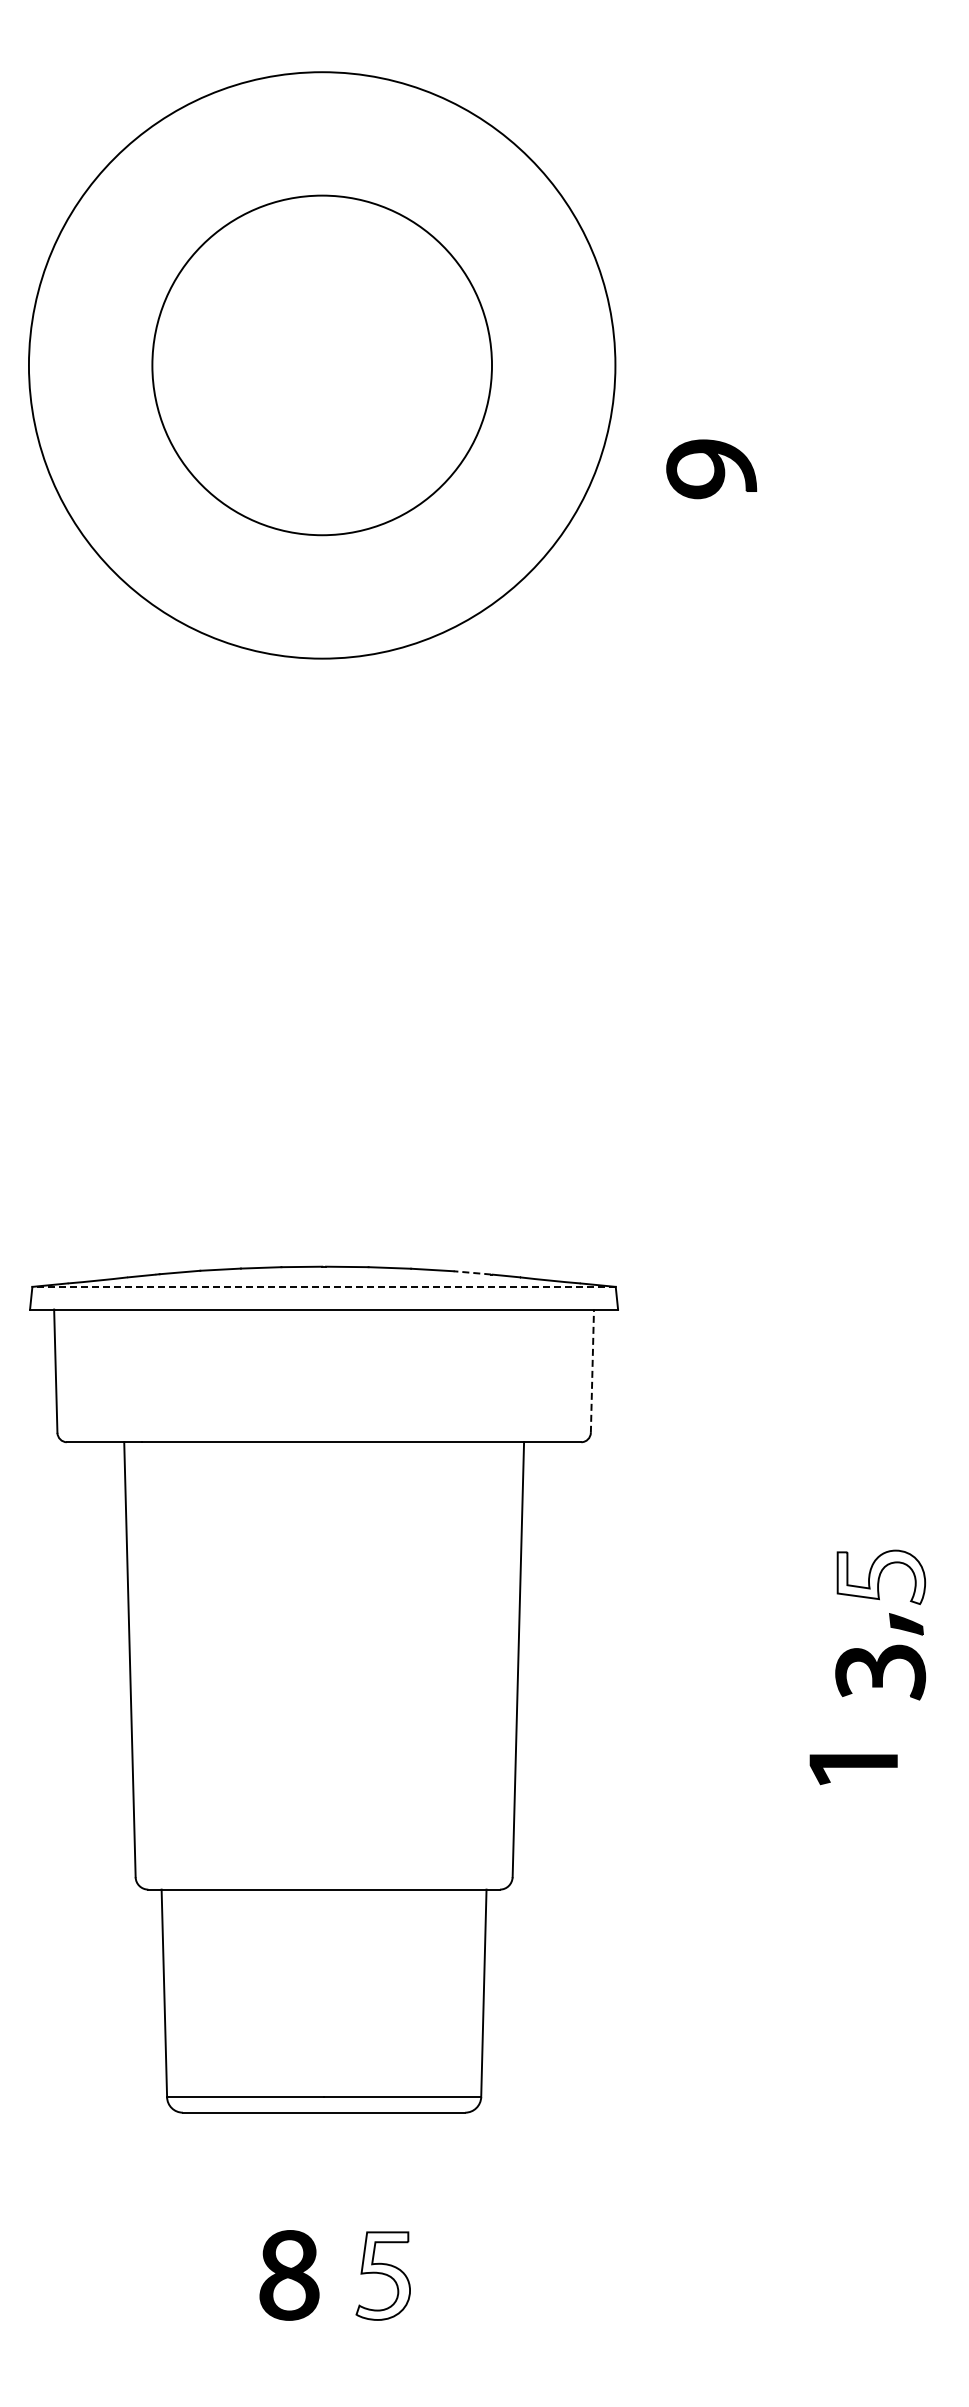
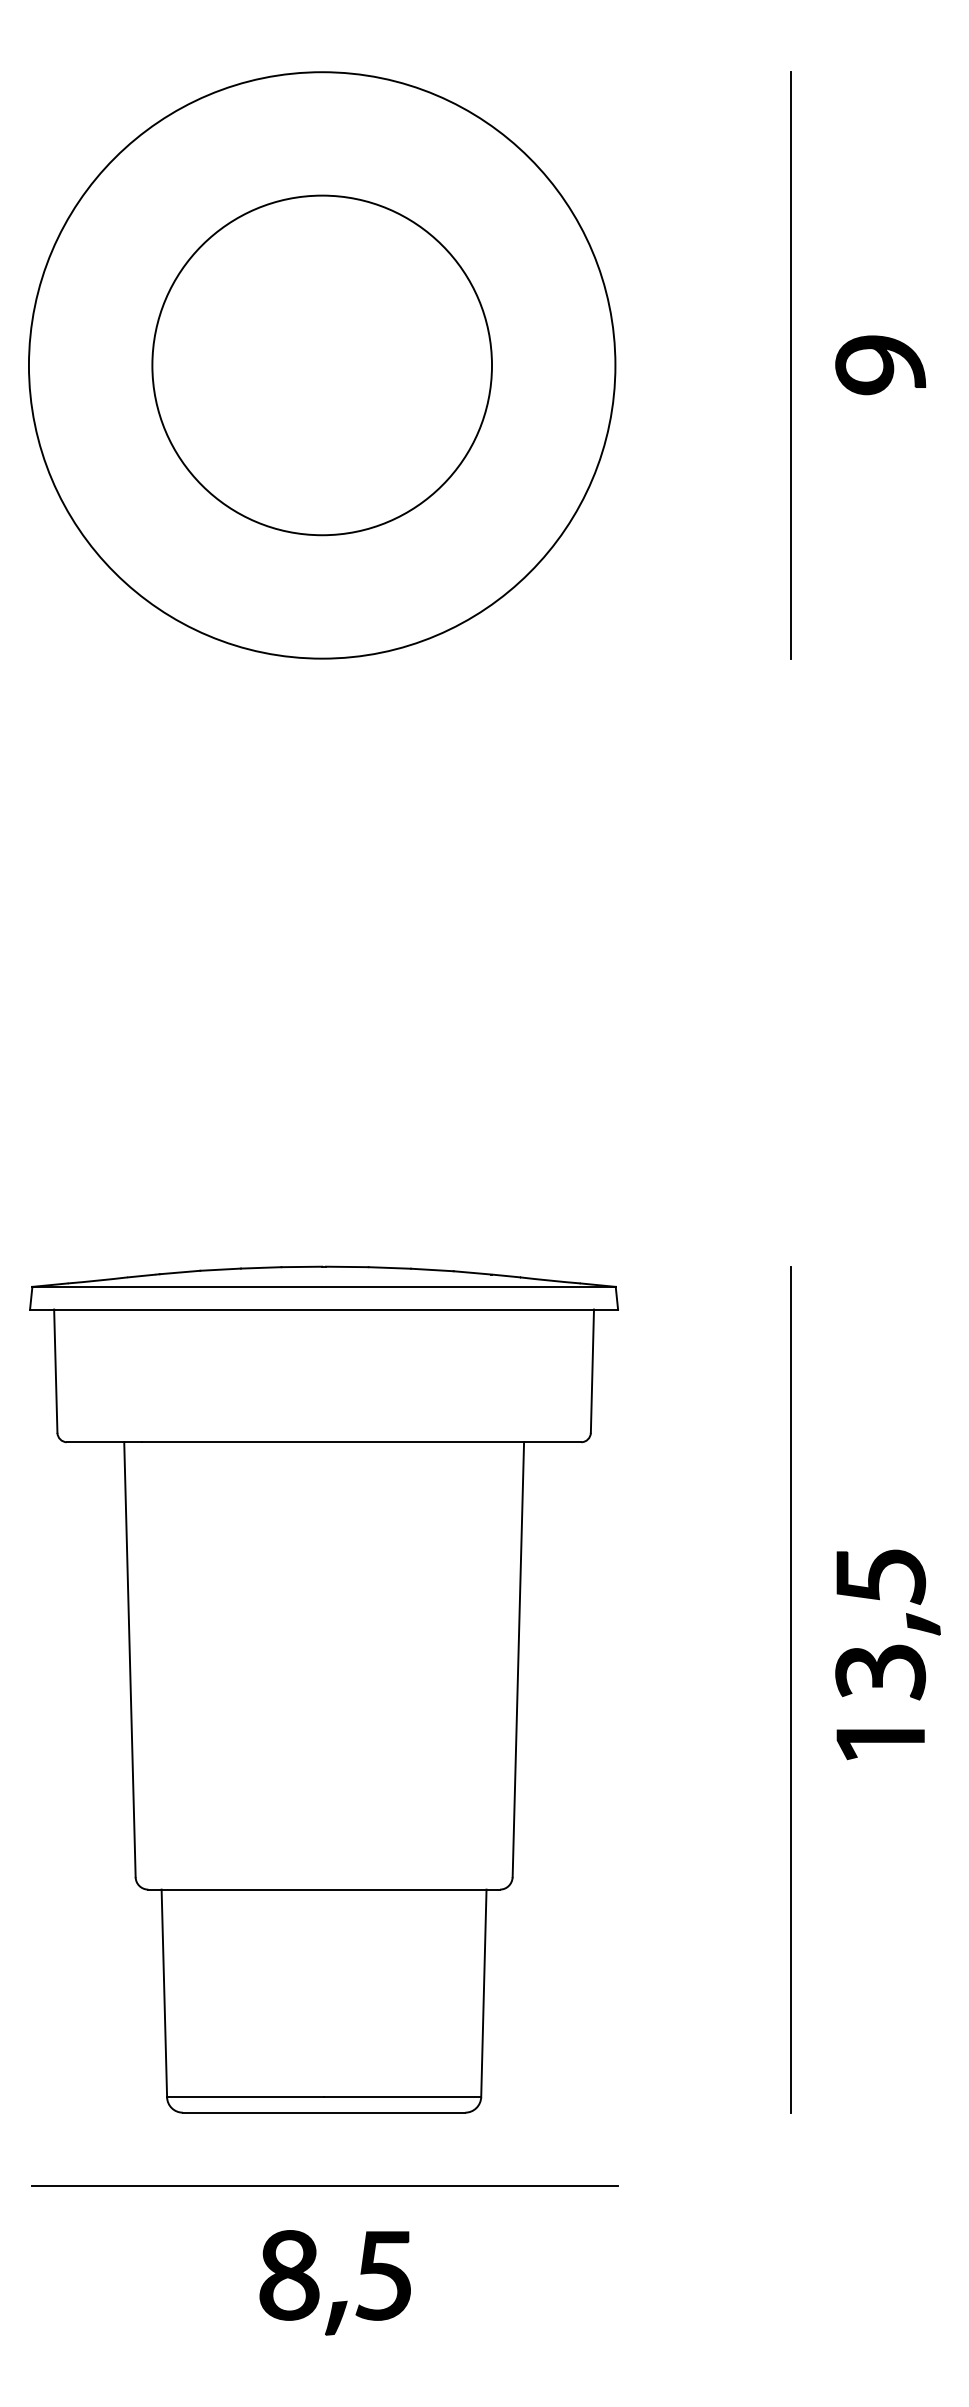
line at (790, 365): none -> present
part at (711, 469) position: (711, 469) -> (880, 365)
line at (472, 1272): dashed -> solid
line at (324, 1286): dashed -> solid
line at (592, 1371): dashed -> solid
fill at (881, 1577): none -> present
part at (906, 1624) position: (906, 1624) -> (923, 1624)
line at (790, 1689): none -> present
part at (853, 1769) position: (853, 1769) -> (880, 1744)
line at (325, 2185): none -> present
fill at (383, 2275): none -> present
part at (336, 2317): none -> present
